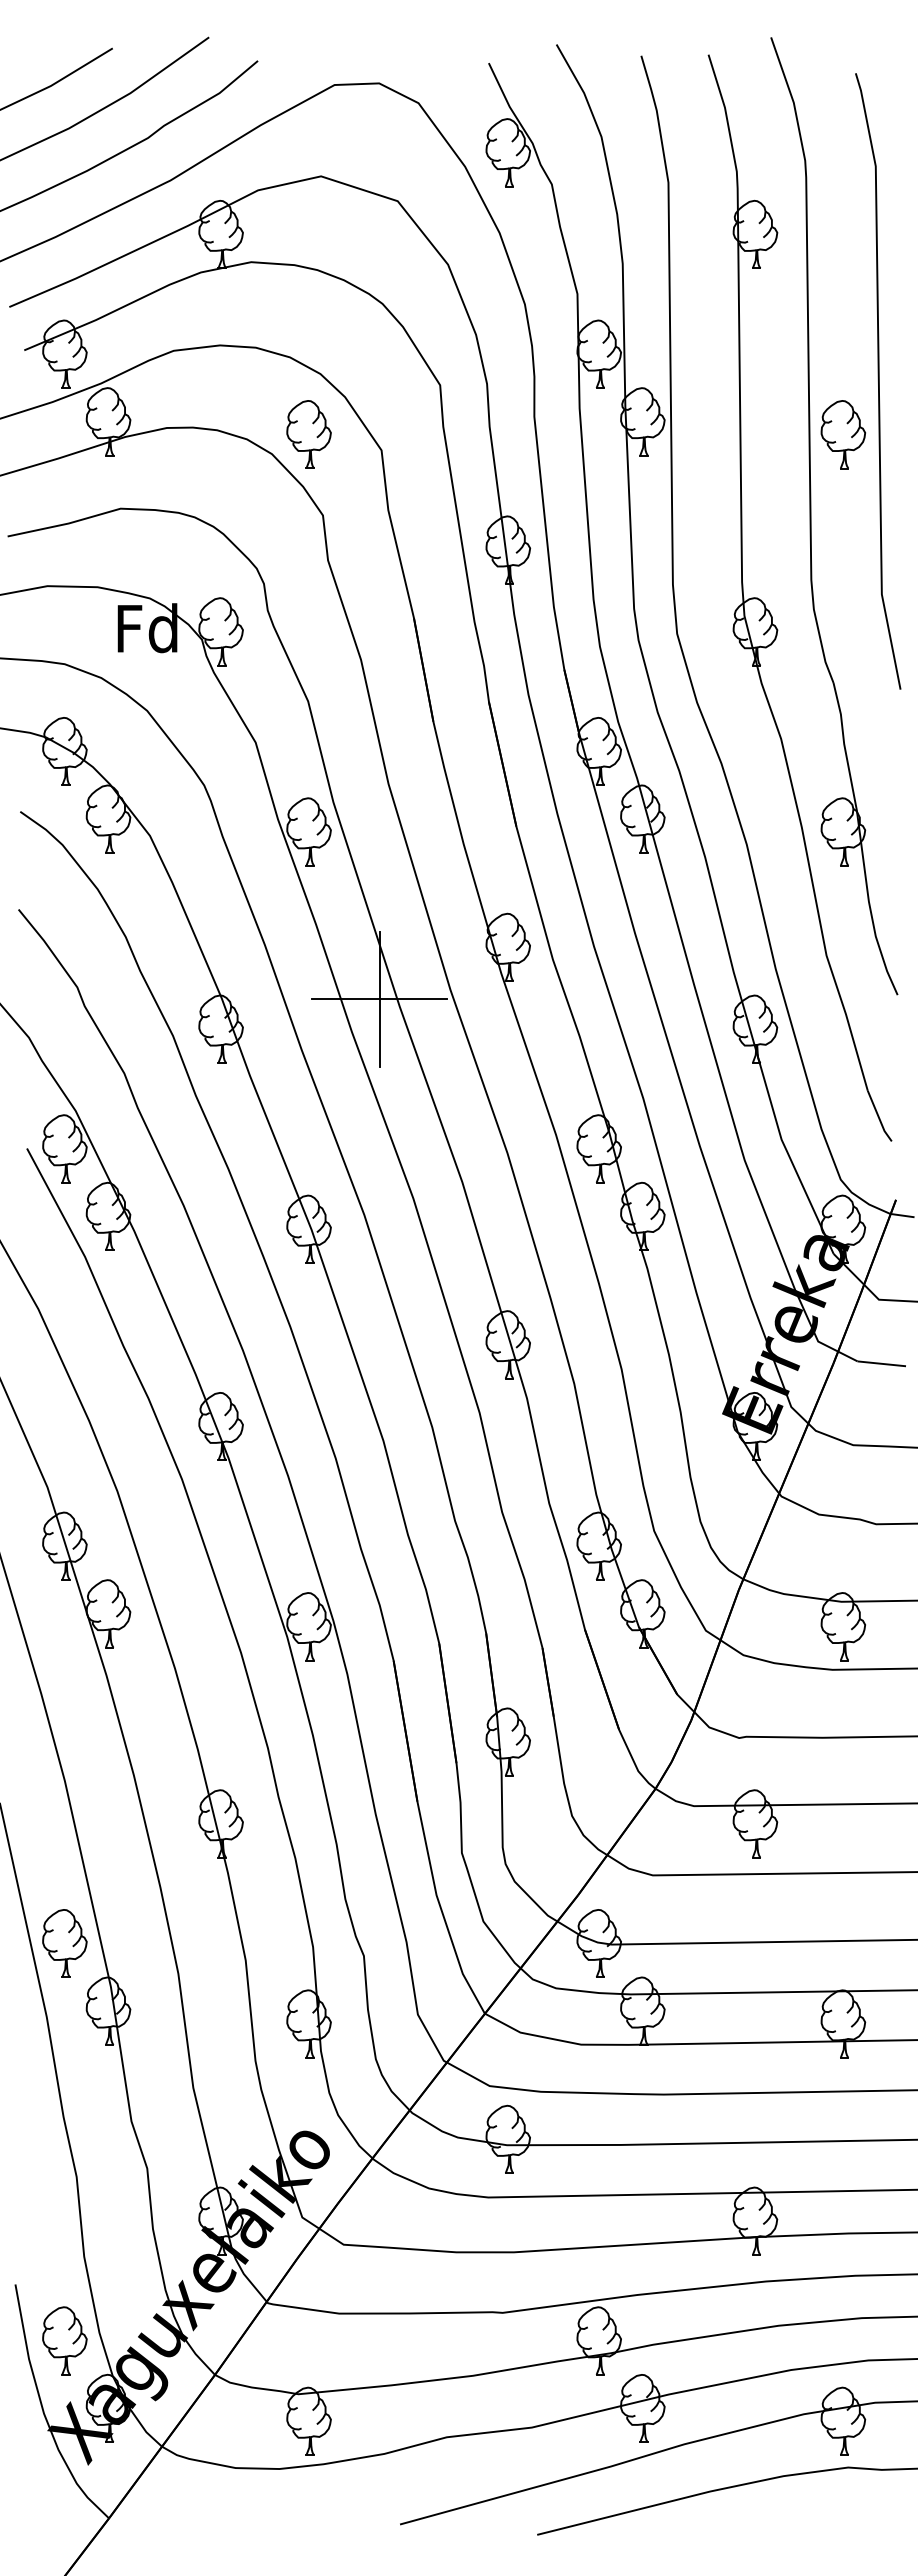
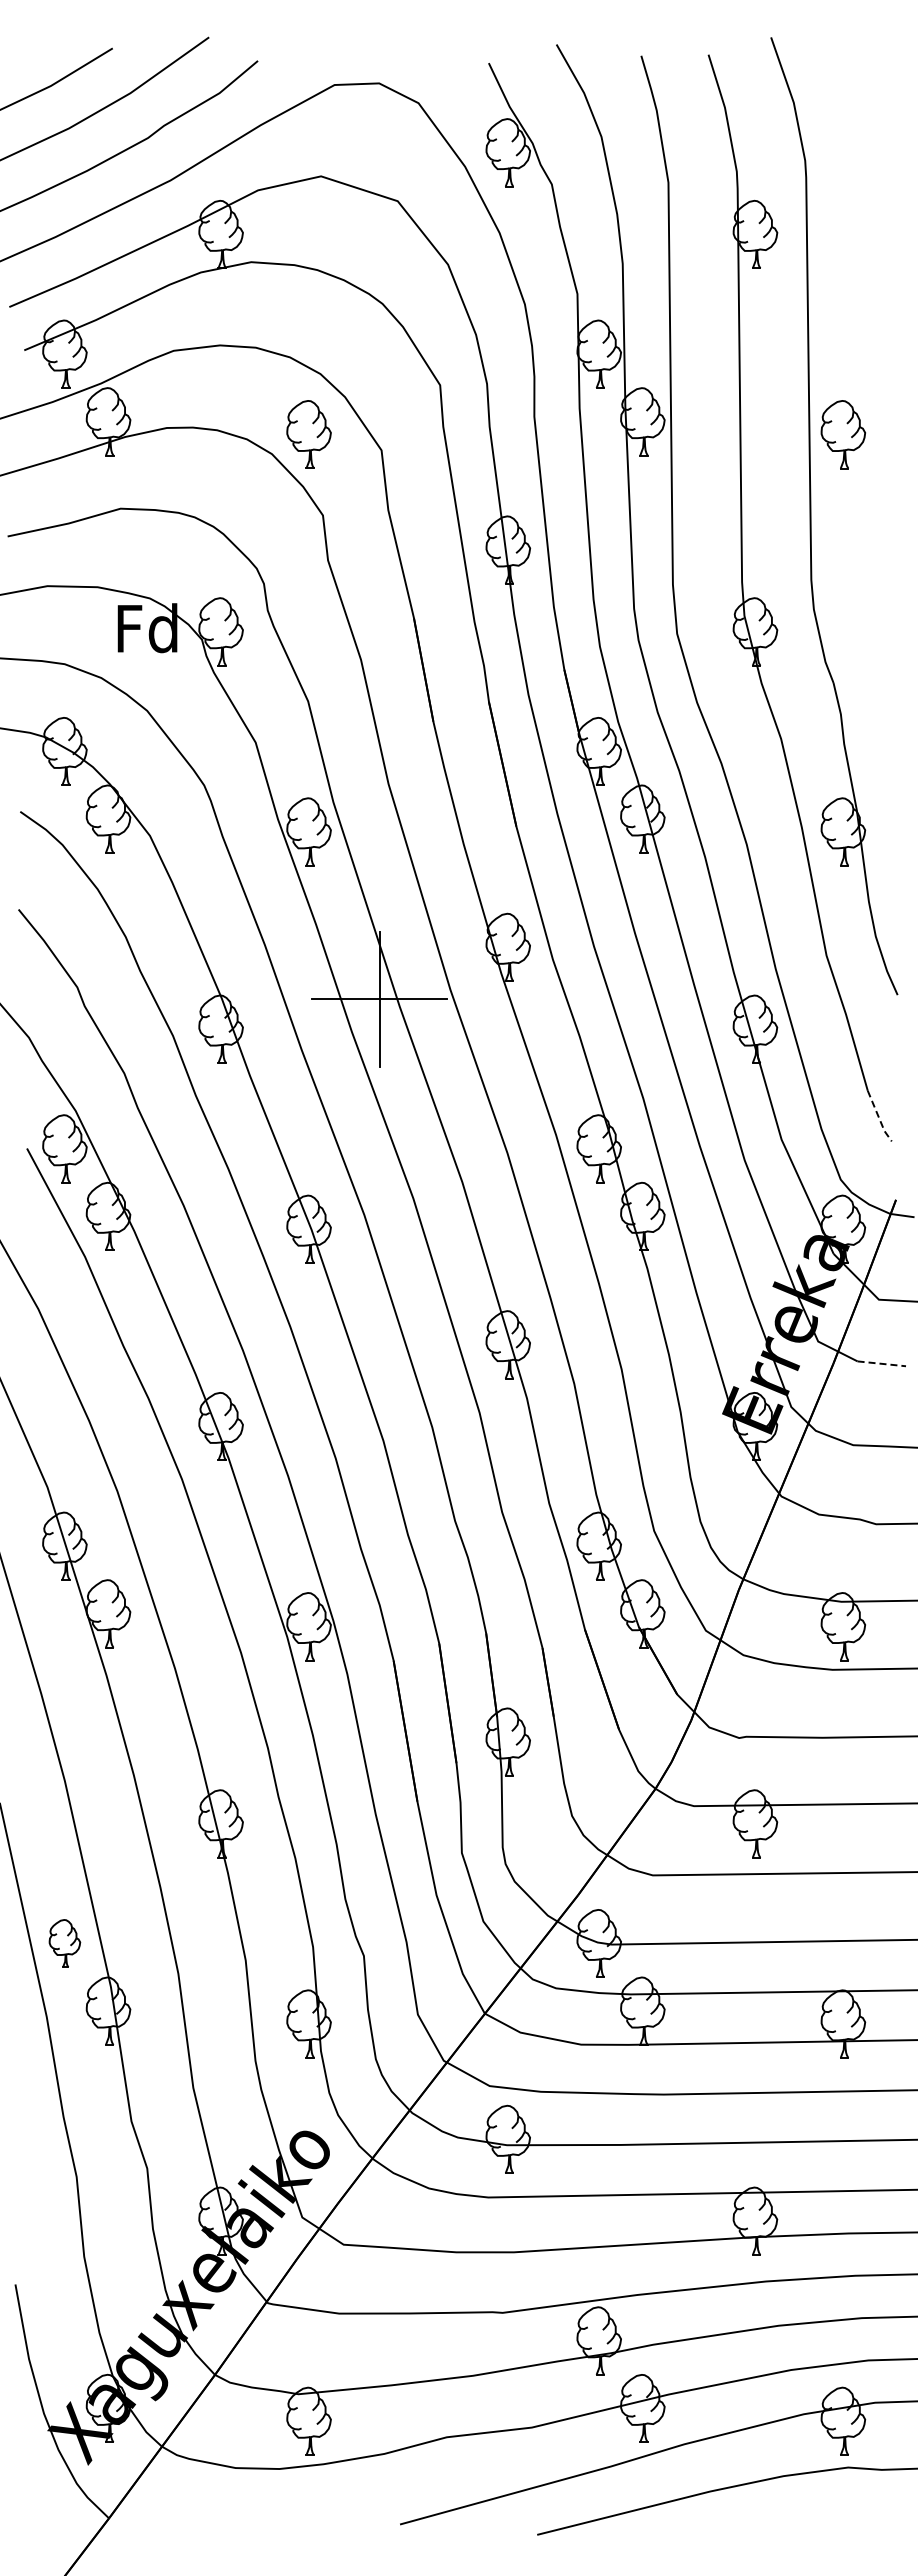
line at (878, 381): present -> none
line at (878, 1117): solid -> dashed
line at (882, 1363): solid -> dashed
part at (64, 1943) size: 46x69 px -> 34x49 px
part at (64, 2340): present -> none
